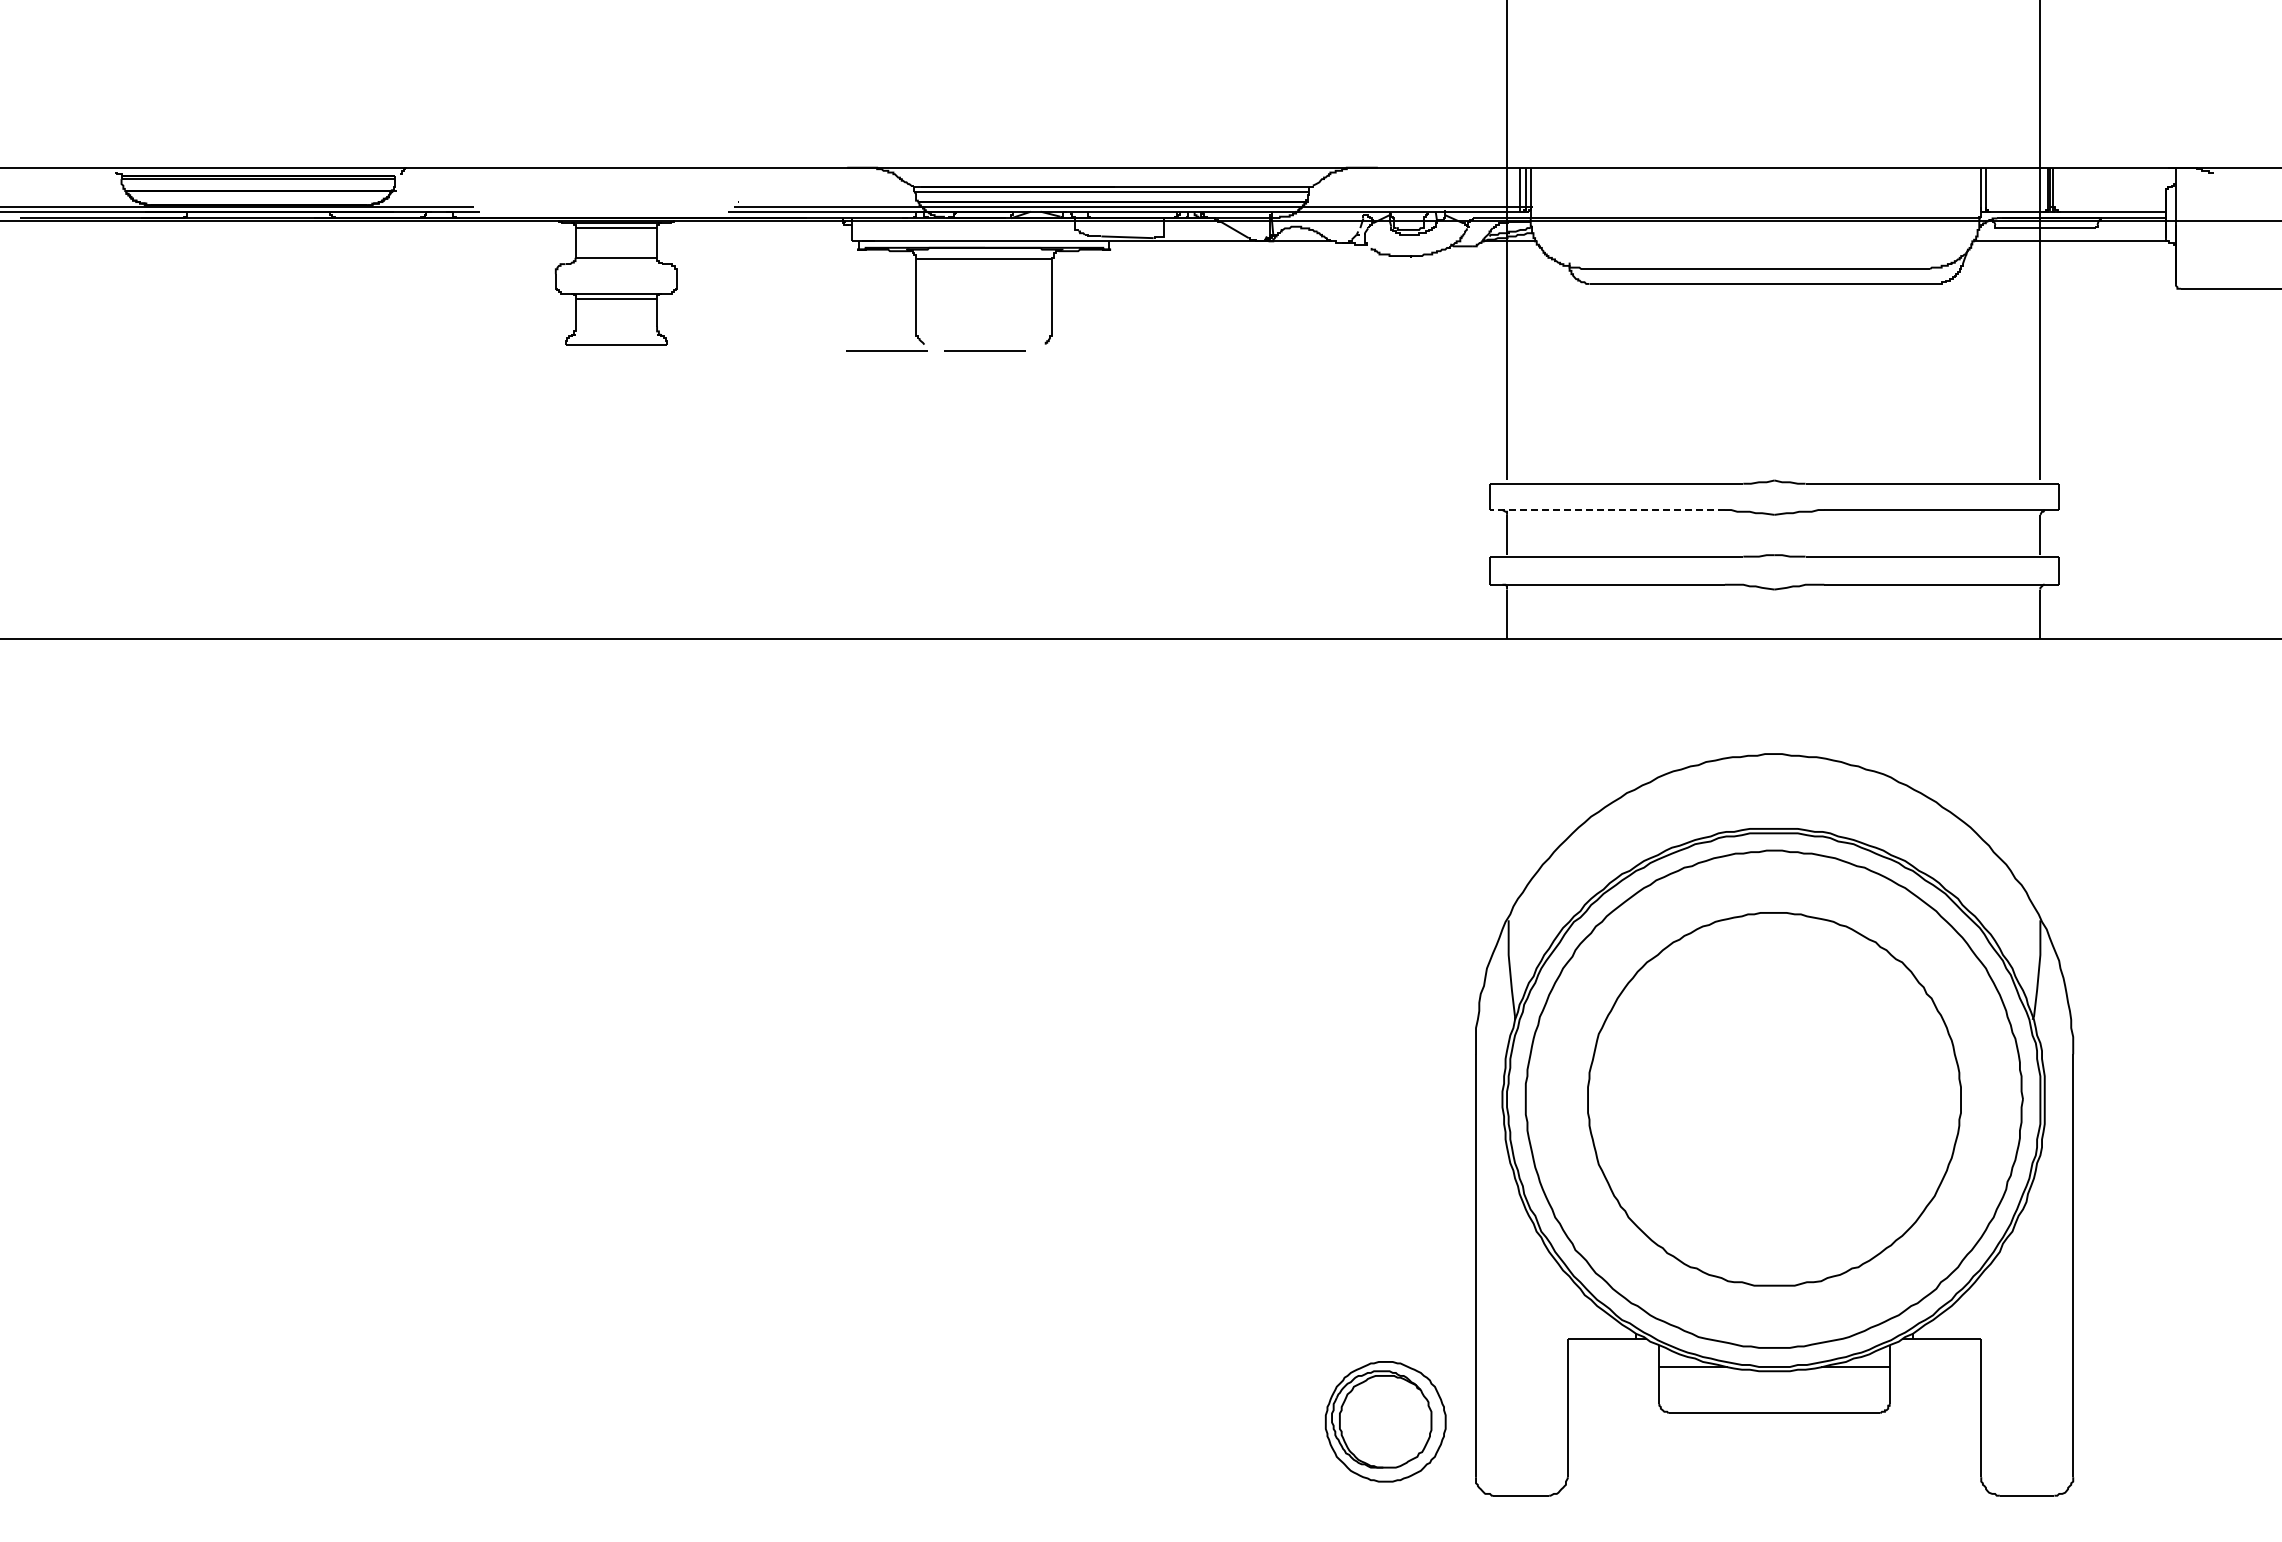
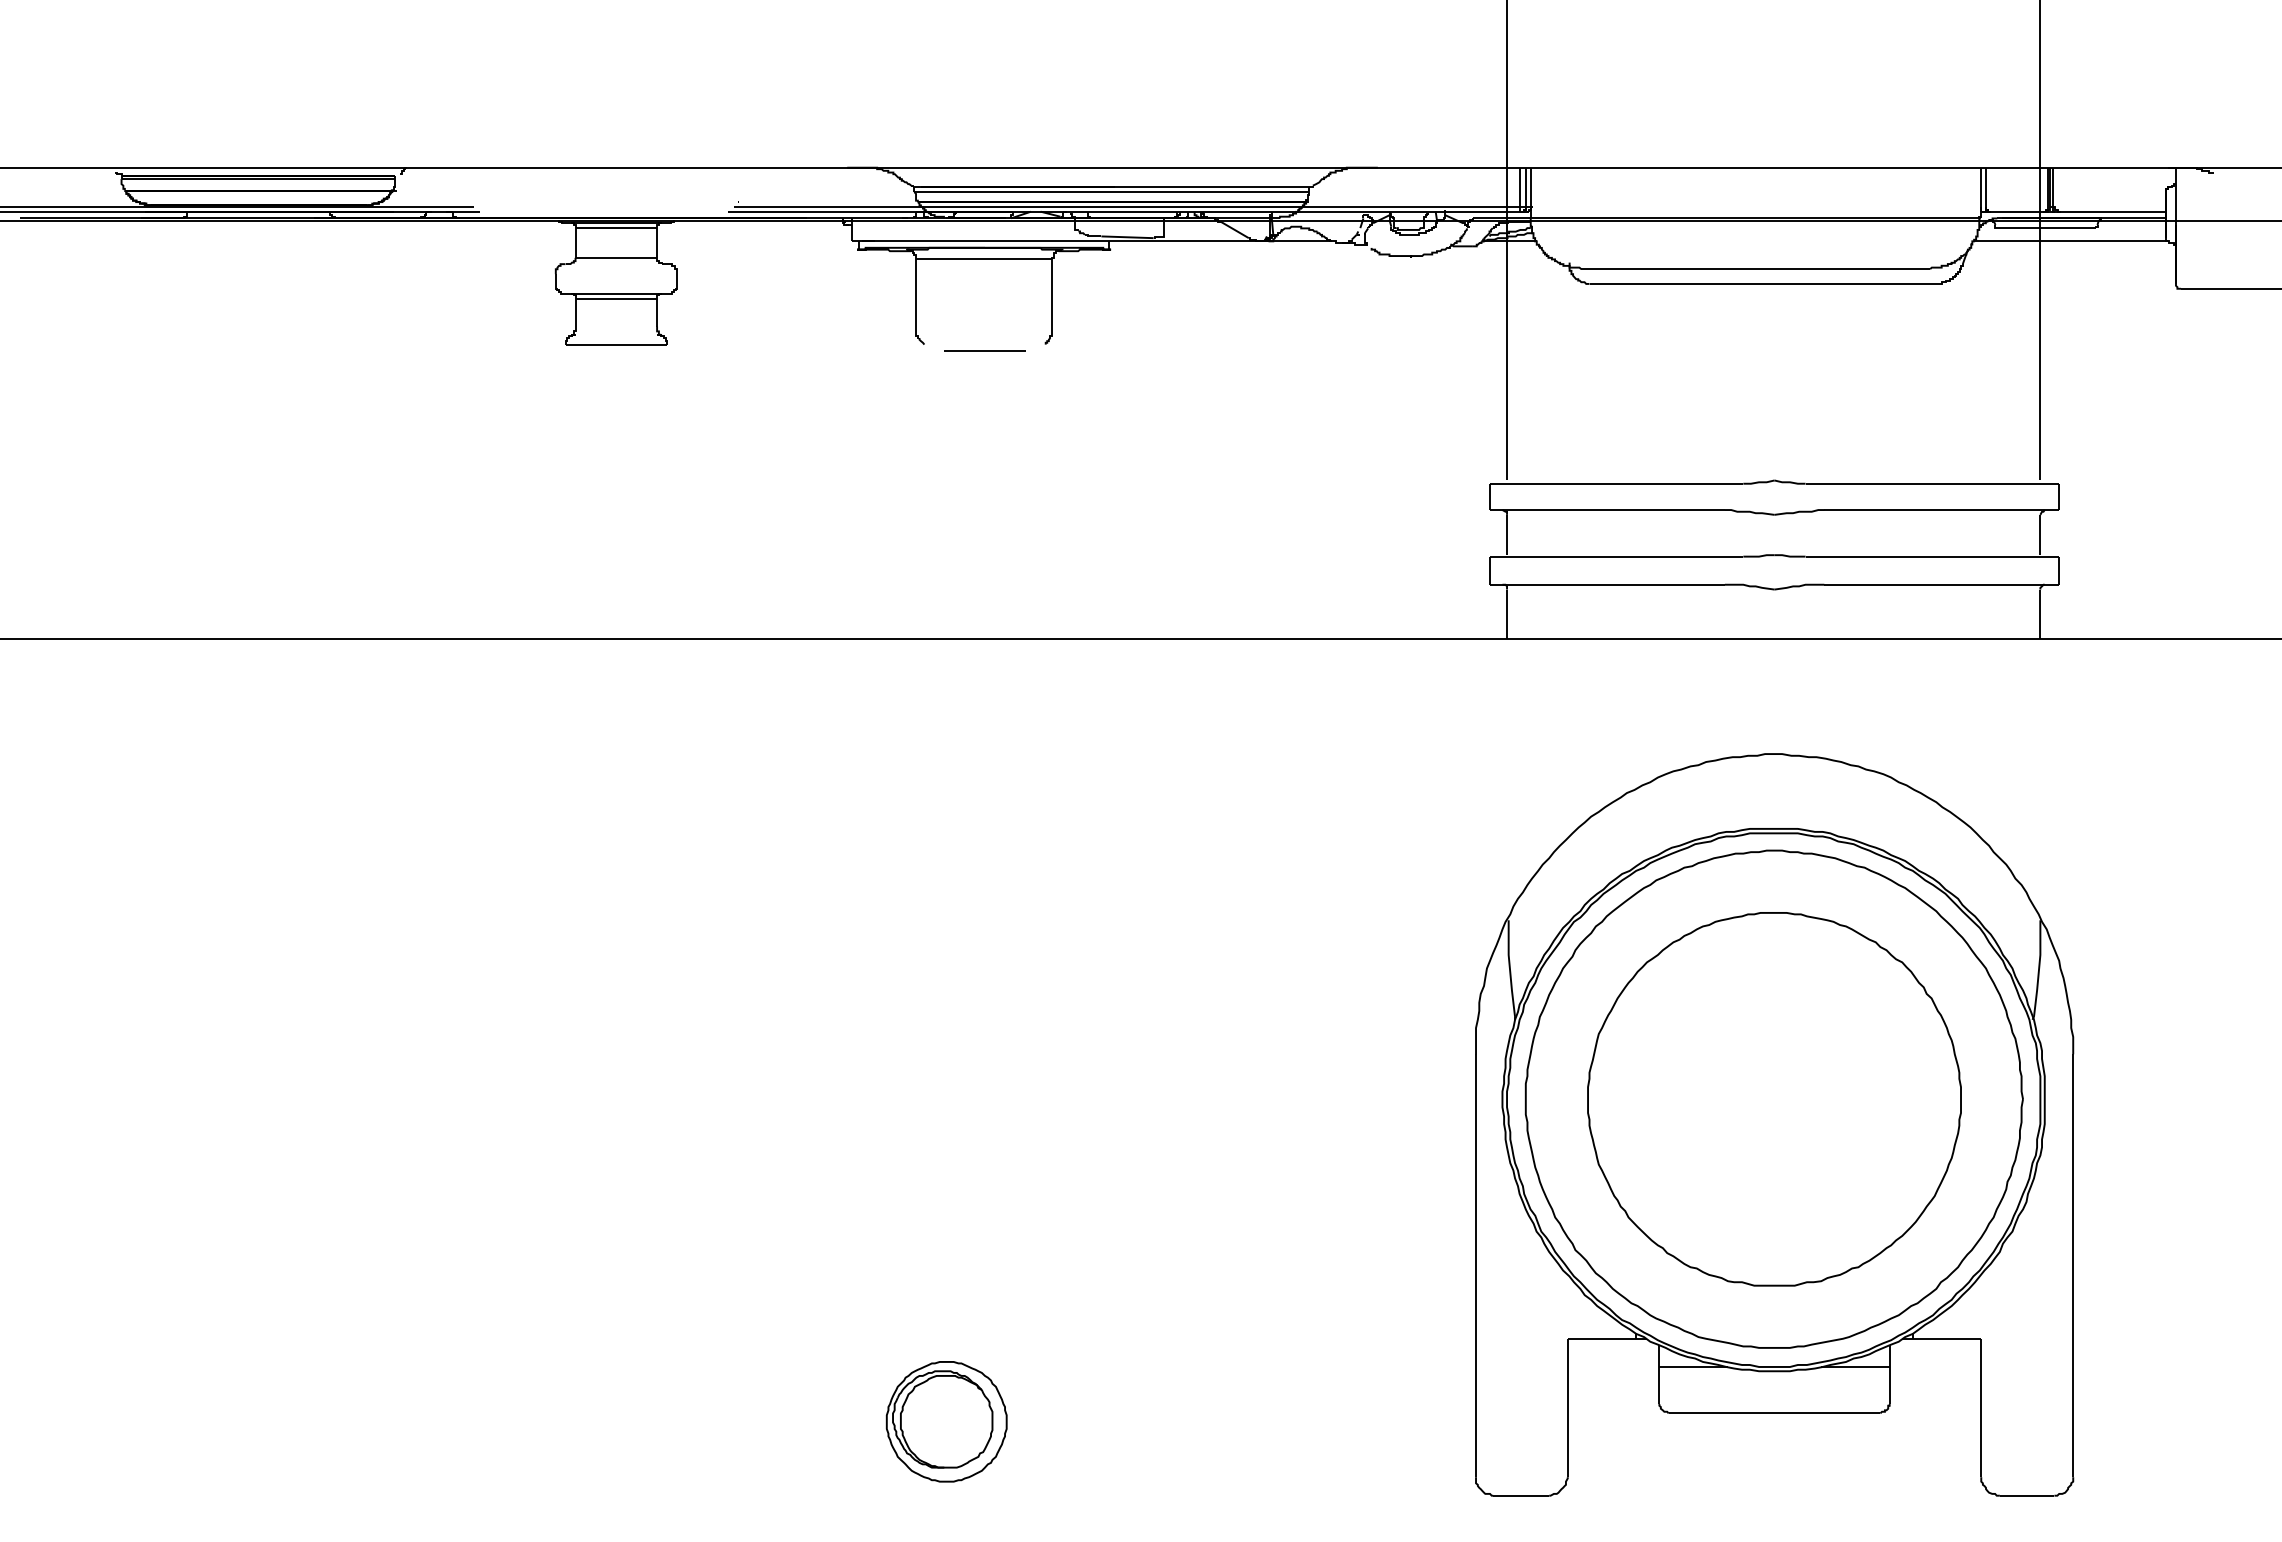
line at (886, 350): present -> none
line at (1606, 510): dashed -> solid
part at (1385, 1421) position: (1385, 1421) -> (946, 1421)
